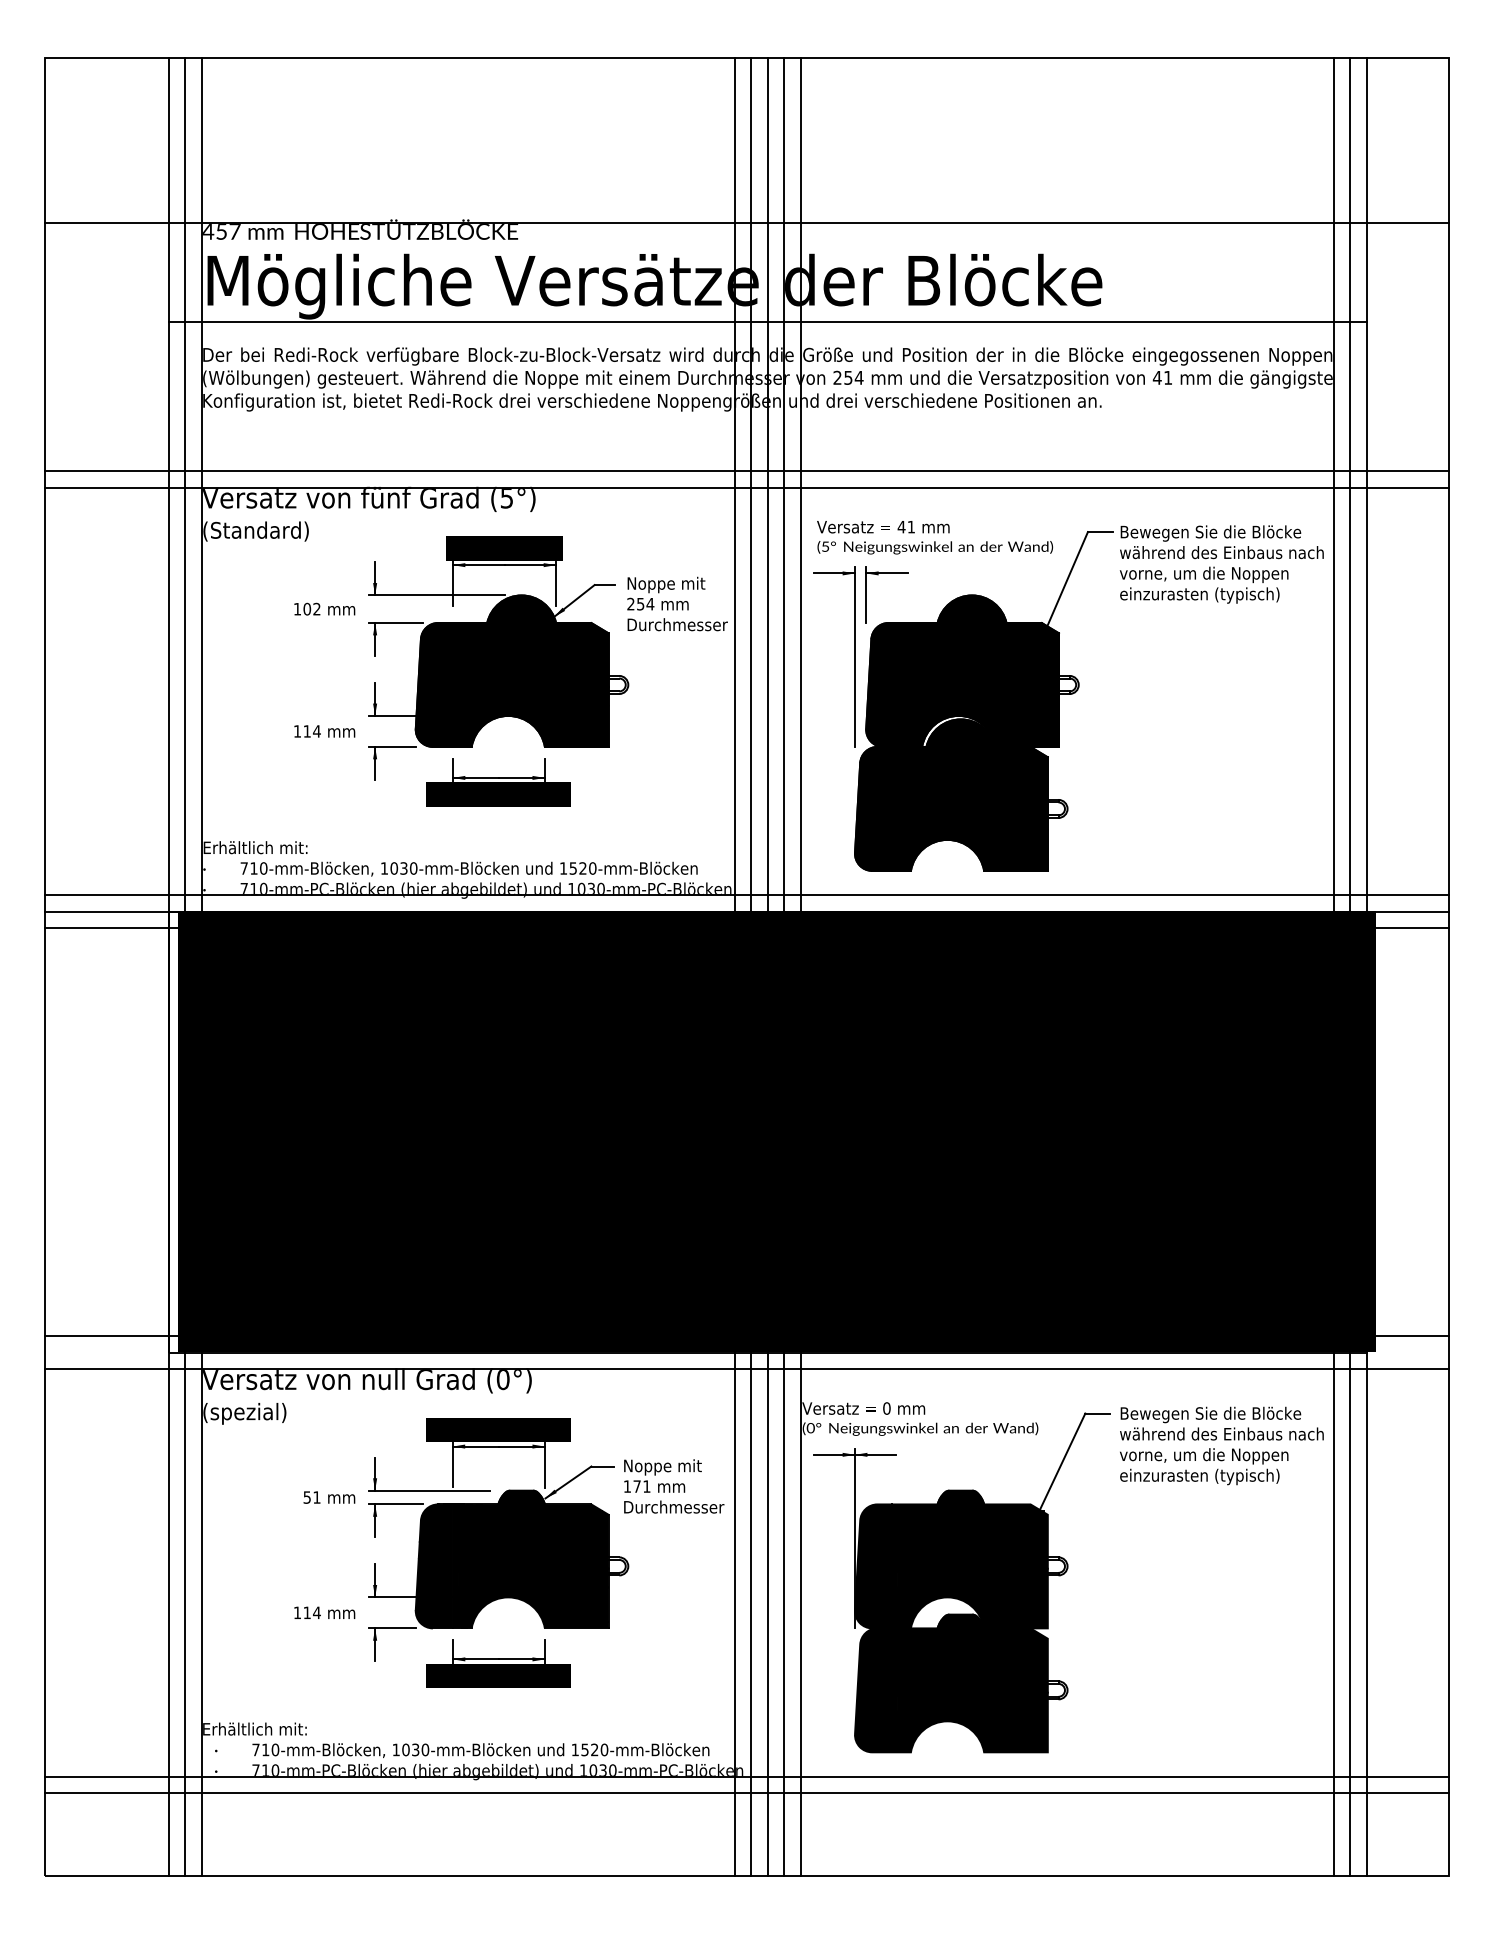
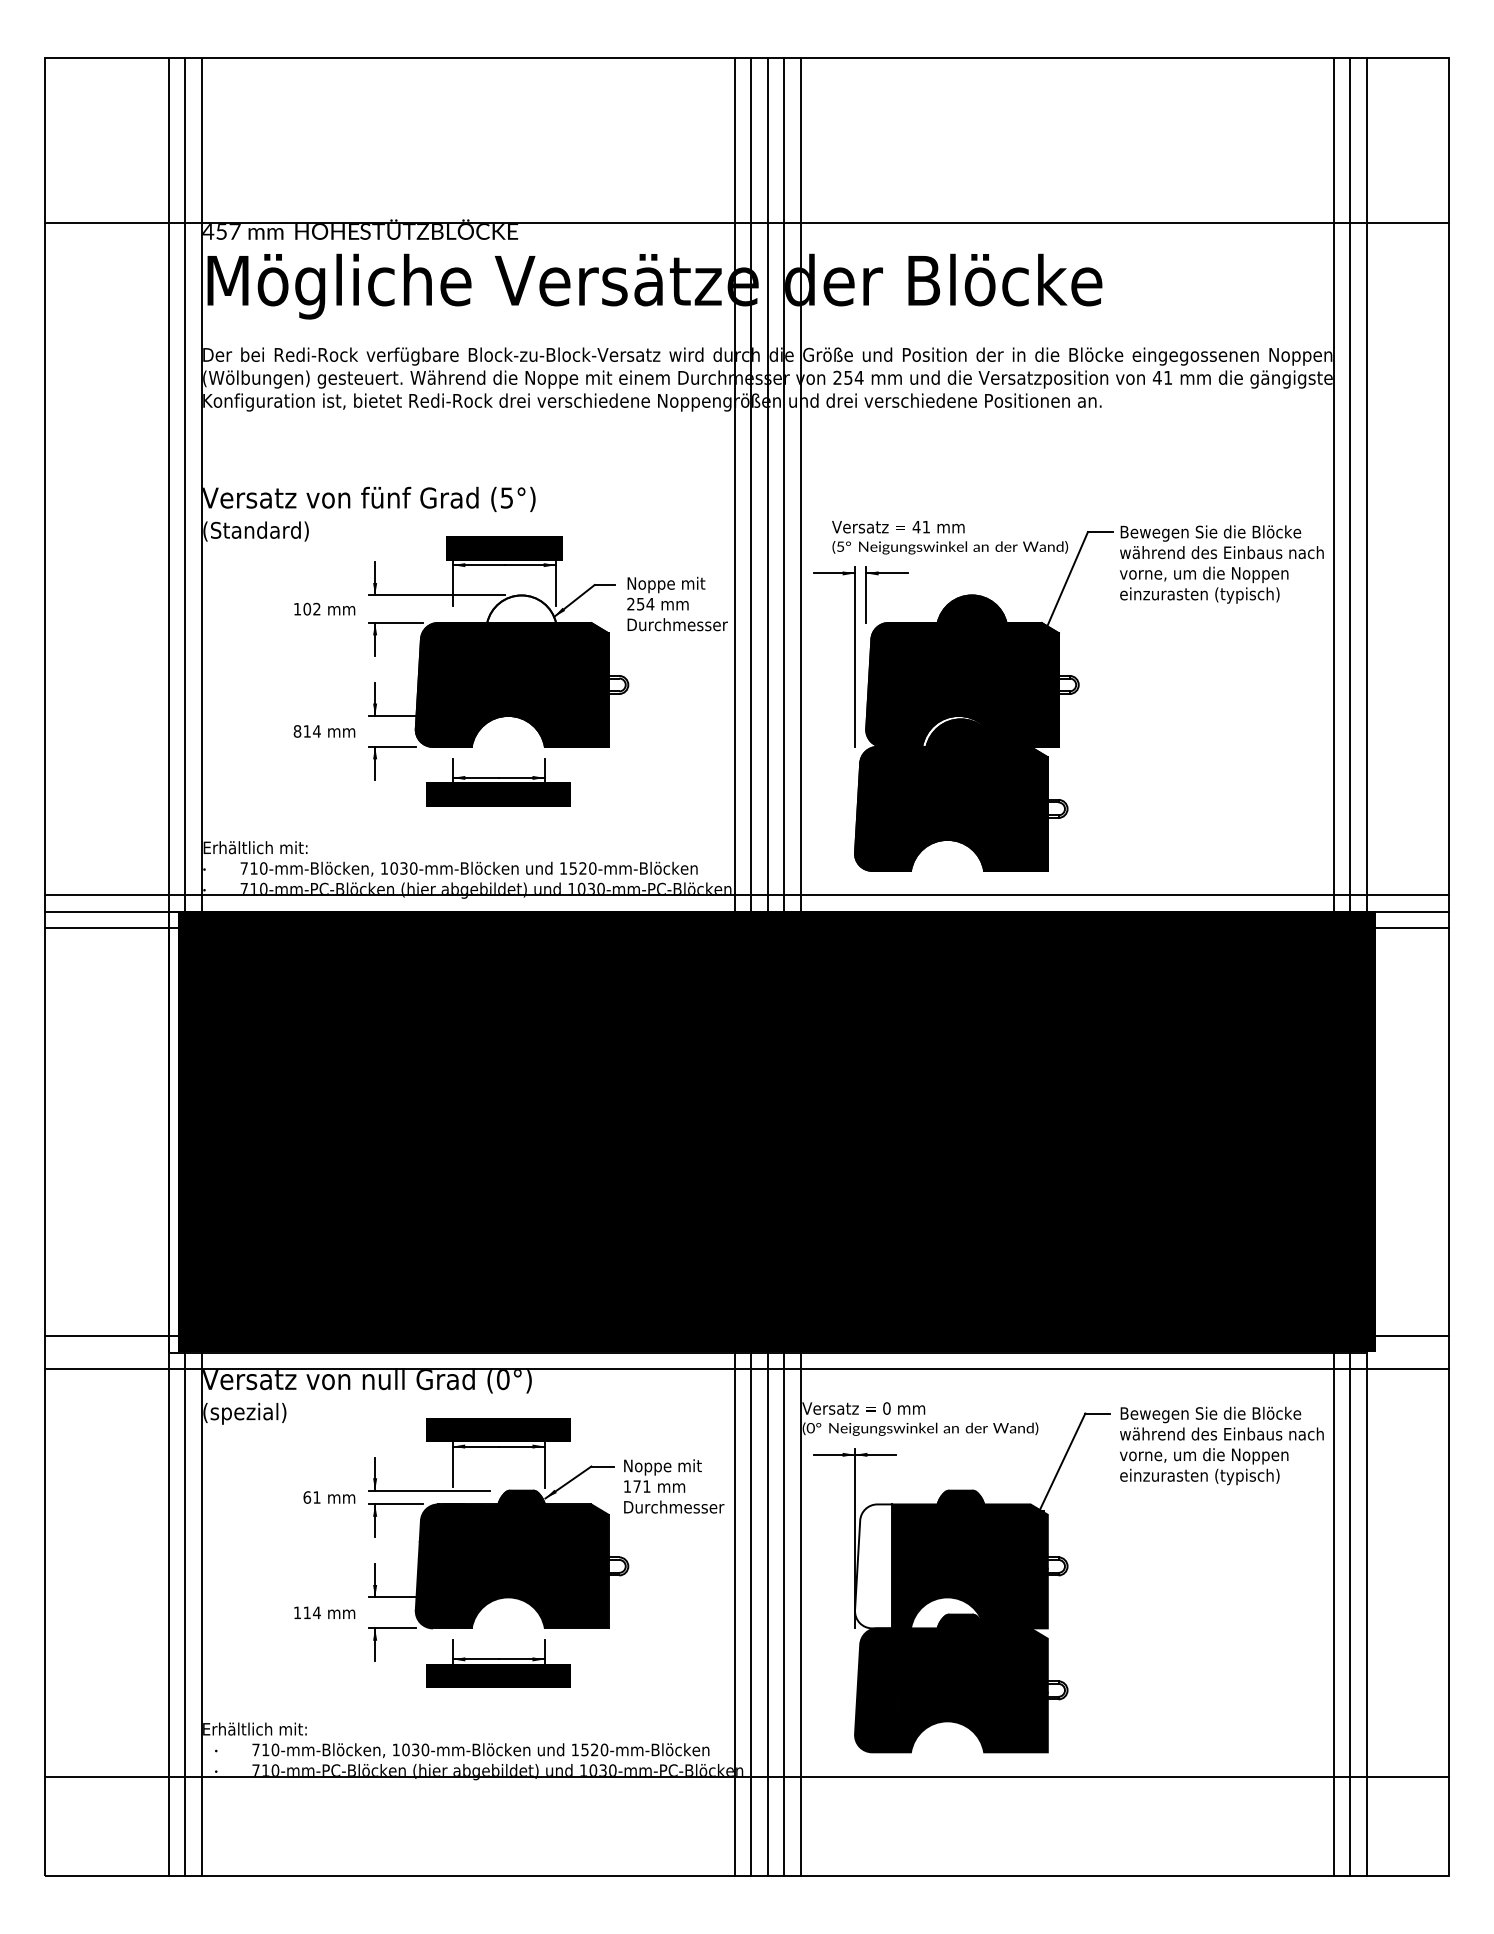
line at (767, 322): present -> none
line at (746, 471): present -> none
line at (746, 487): present -> none
text at (935, 537) position: (935, 537) -> (950, 537)
fill at (521, 609): present -> none
text at (297, 731): 114 -> 814
text at (307, 1497): 51 -> 61
fill at (873, 1566): present -> none
line at (746, 1793): present -> none
